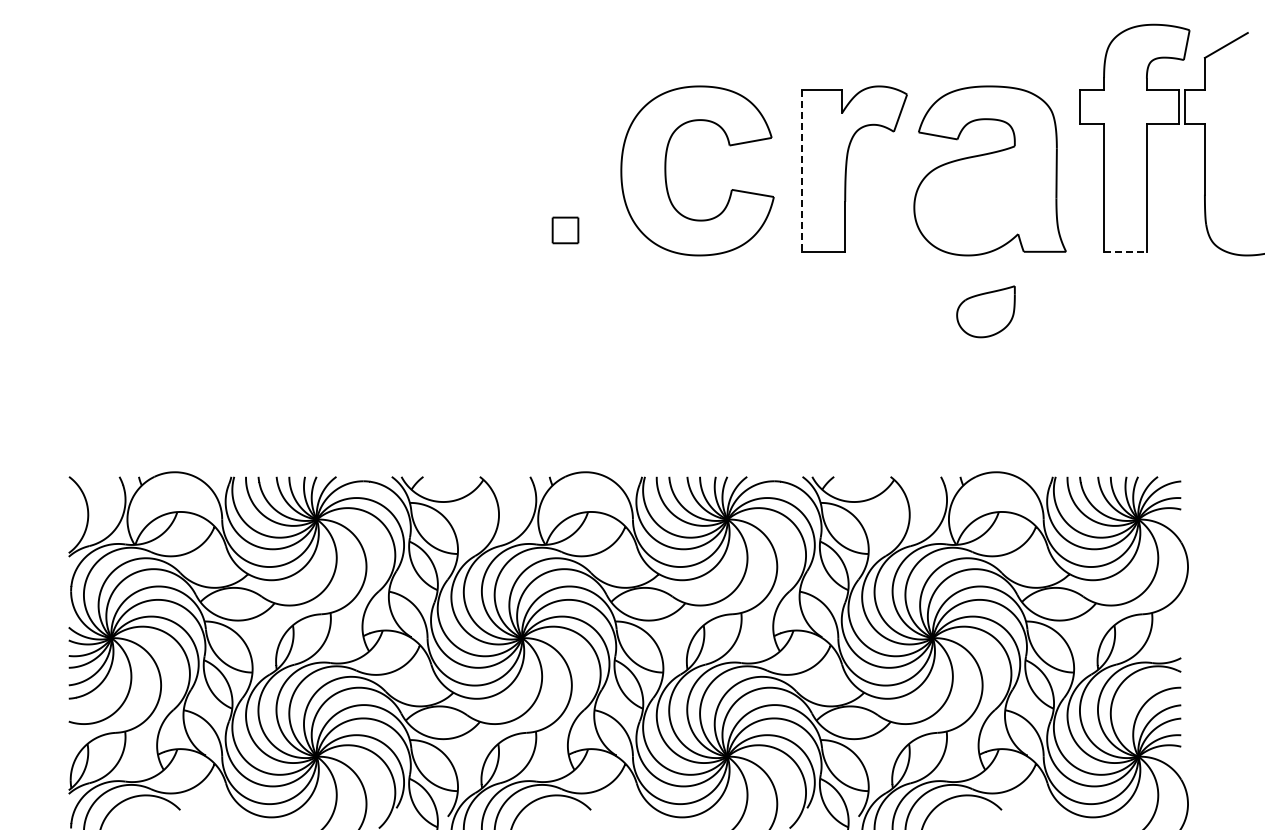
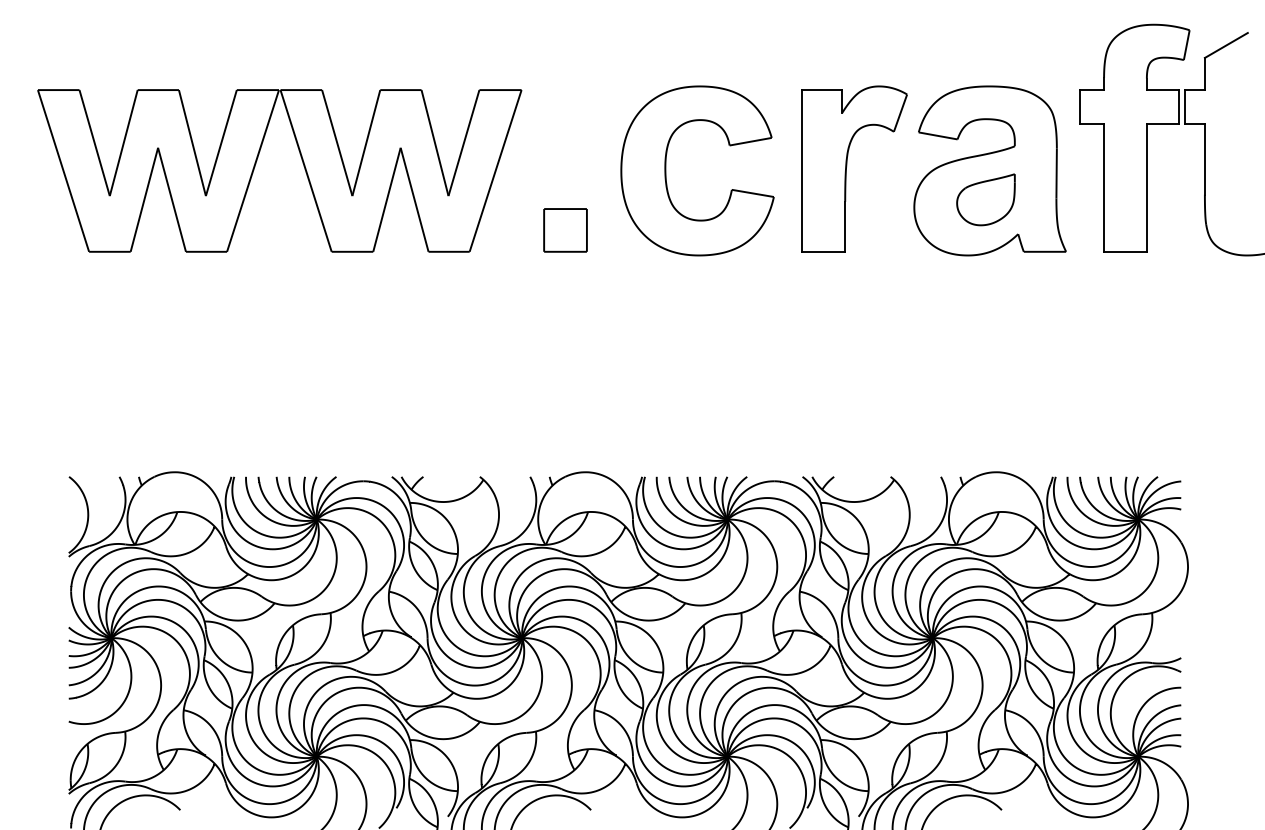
part at (256, 164): none -> present
line at (802, 170): dashed -> solid
part at (565, 230) size: 29x29 px -> 45x45 px
line at (1125, 251): dashed -> solid
part at (985, 311) position: (985, 311) -> (985, 199)
